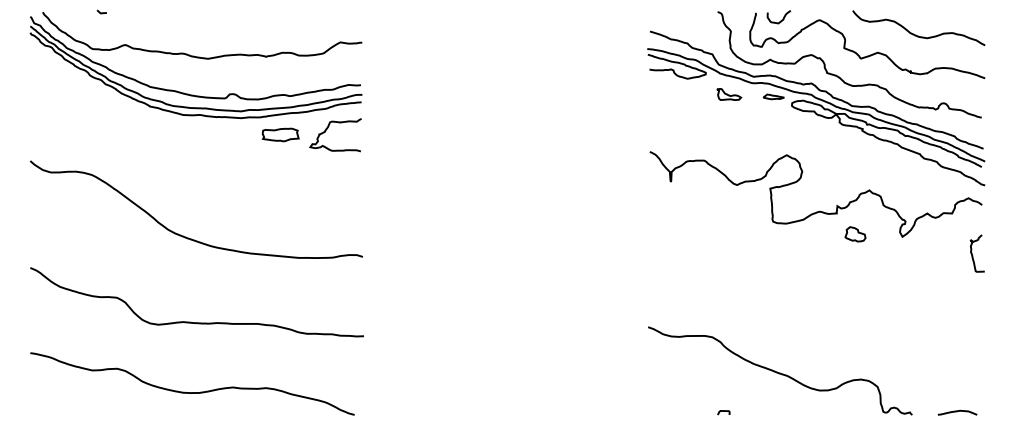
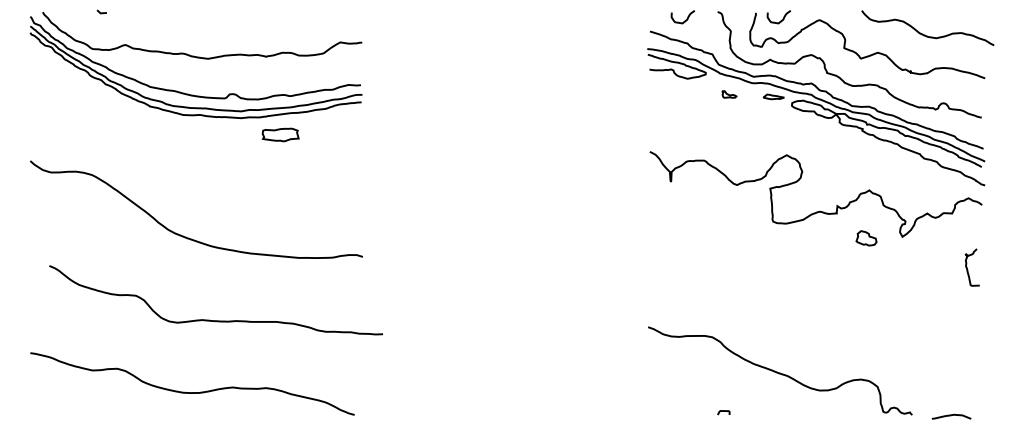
curve at (685, 19): none -> present
curve at (916, 34) position: (916, 34) -> (925, 34)
part at (729, 94) size: 27x13 px -> 17x9 px
curve at (328, 128): present -> none
part at (855, 234) position: (855, 234) -> (866, 238)
curve at (973, 255) position: (973, 255) -> (968, 269)
curve at (190, 321) position: (190, 321) -> (209, 319)
curve at (957, 412) position: (957, 412) -> (951, 416)
